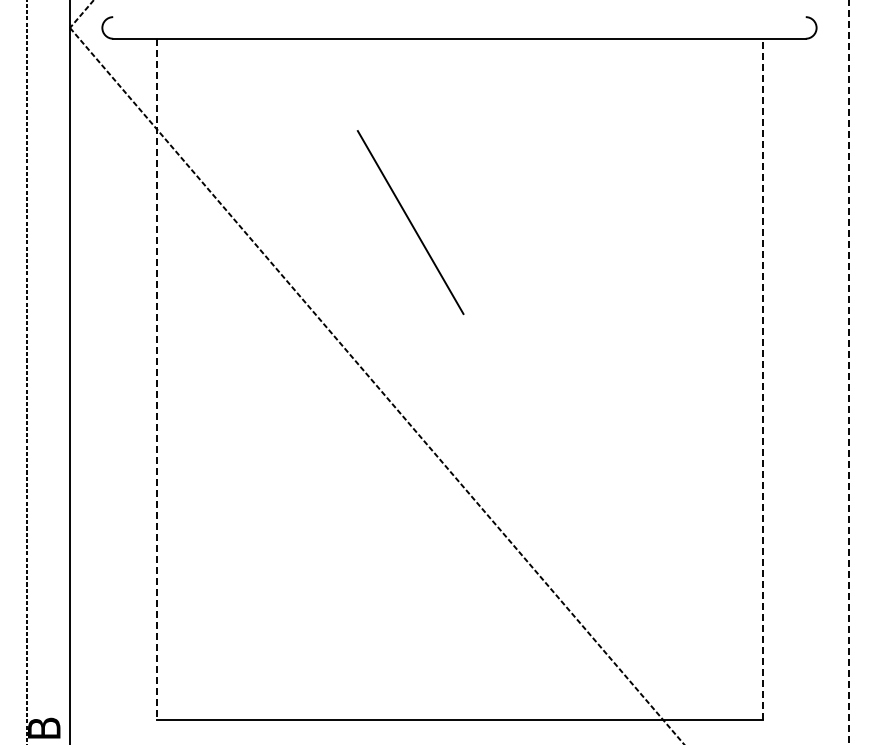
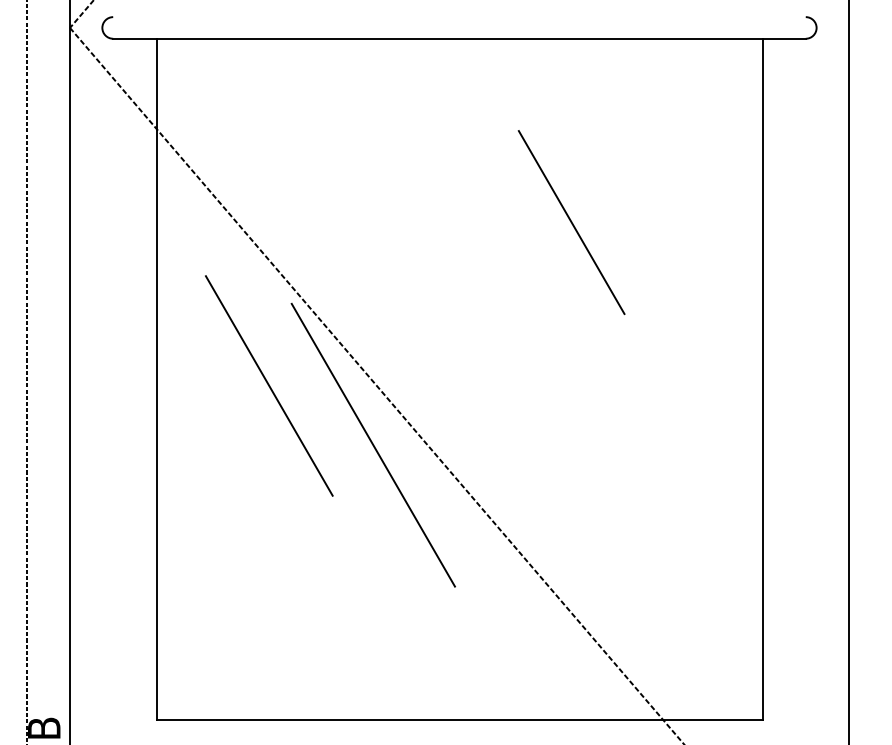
line at (410, 222) position: (410, 222) -> (571, 222)
line at (849, 372): dashed -> solid
line at (156, 379): dashed -> solid
line at (762, 379): dashed -> solid
line at (268, 385): none -> present
line at (373, 444): none -> present
